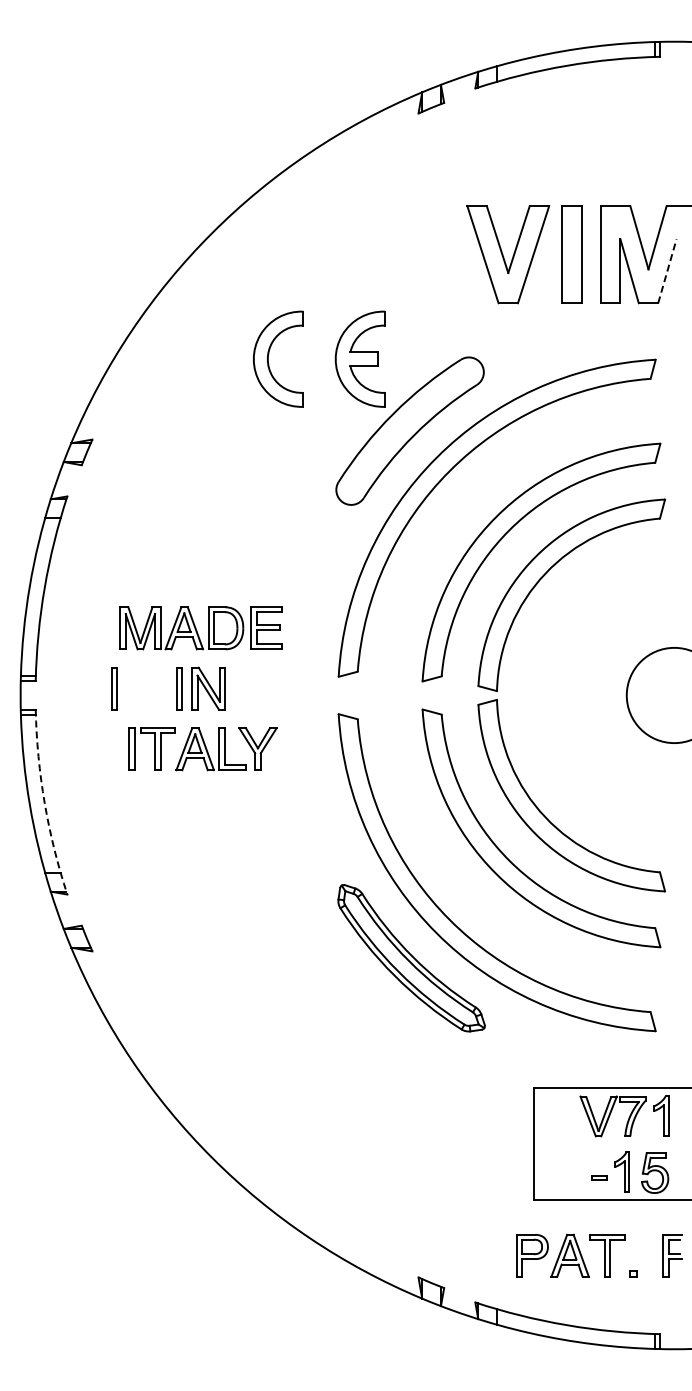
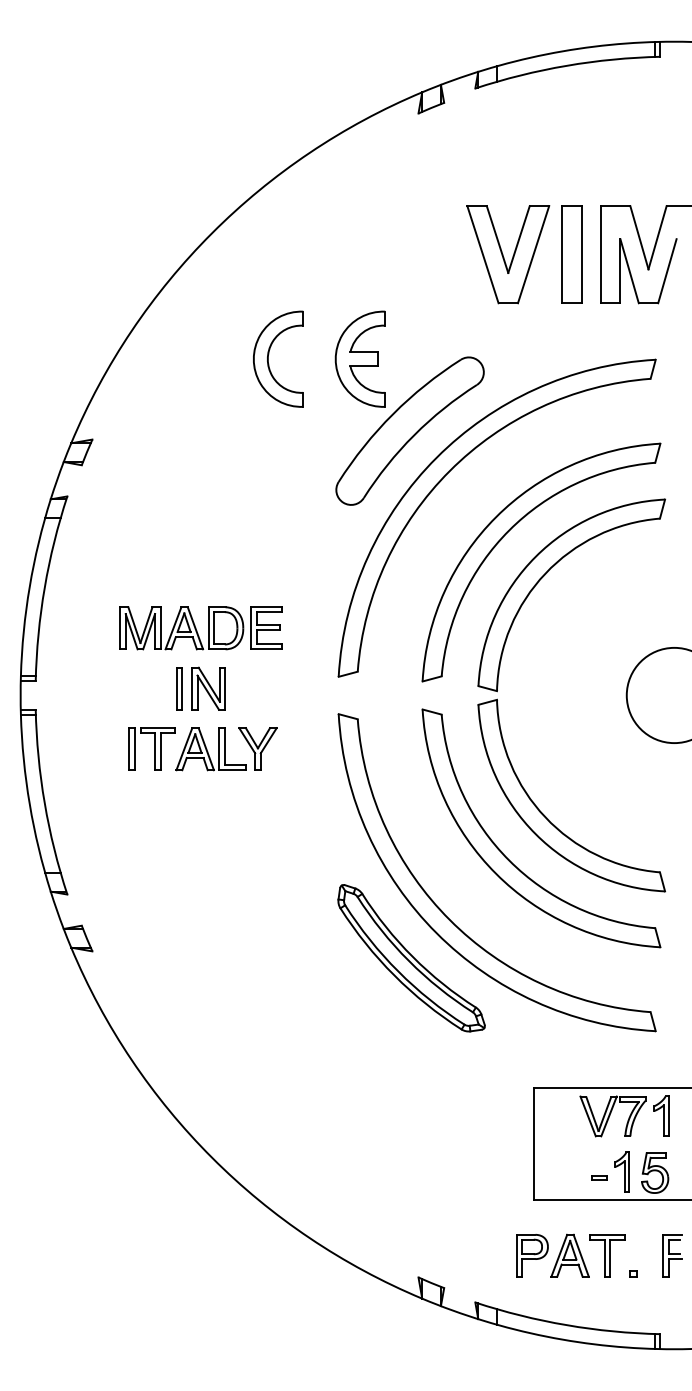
line at (667, 270): dashed -> solid
part at (114, 688): present -> none
arc at (44, 803): dashed -> solid
